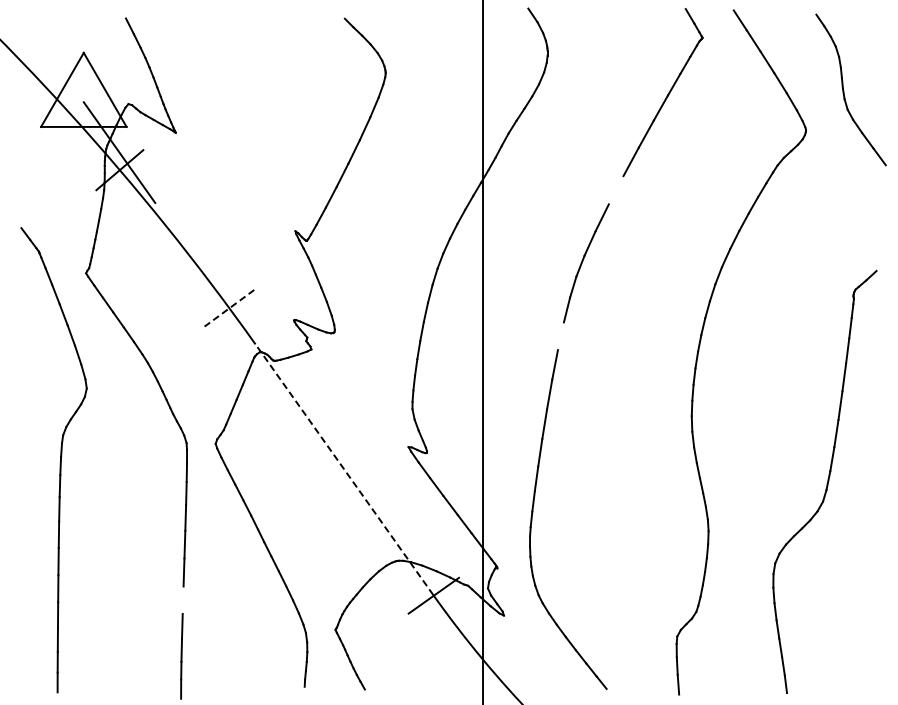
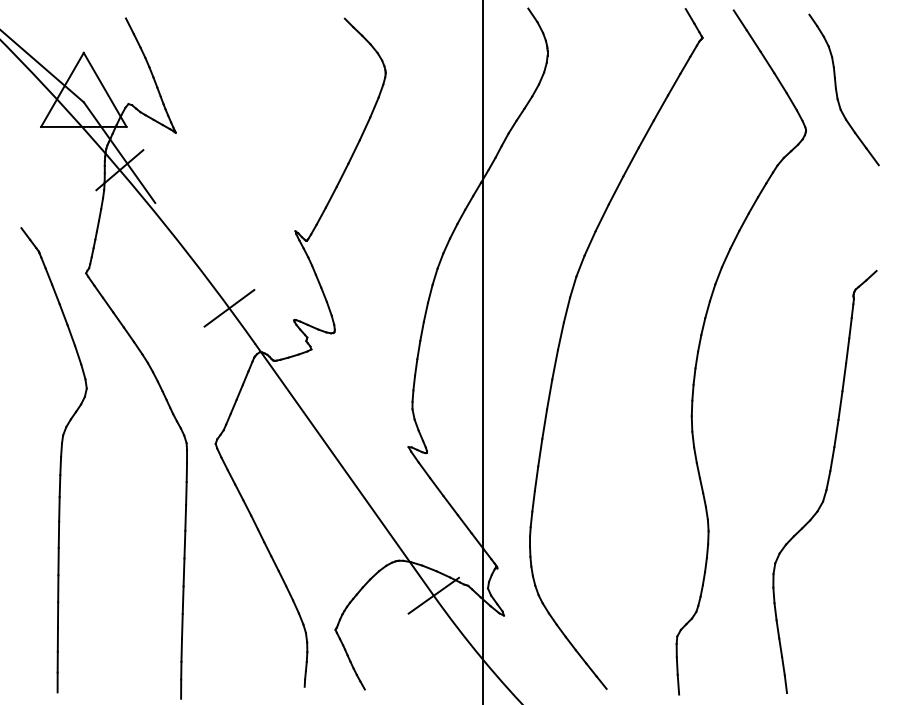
line at (42, 66): none -> present
part at (844, 90) position: (844, 90) -> (837, 90)
line at (615, 190): none -> present
line at (229, 308): dashed -> solid
line at (560, 336): none -> present
line at (344, 469): dashed -> solid
line at (182, 599): none -> present
